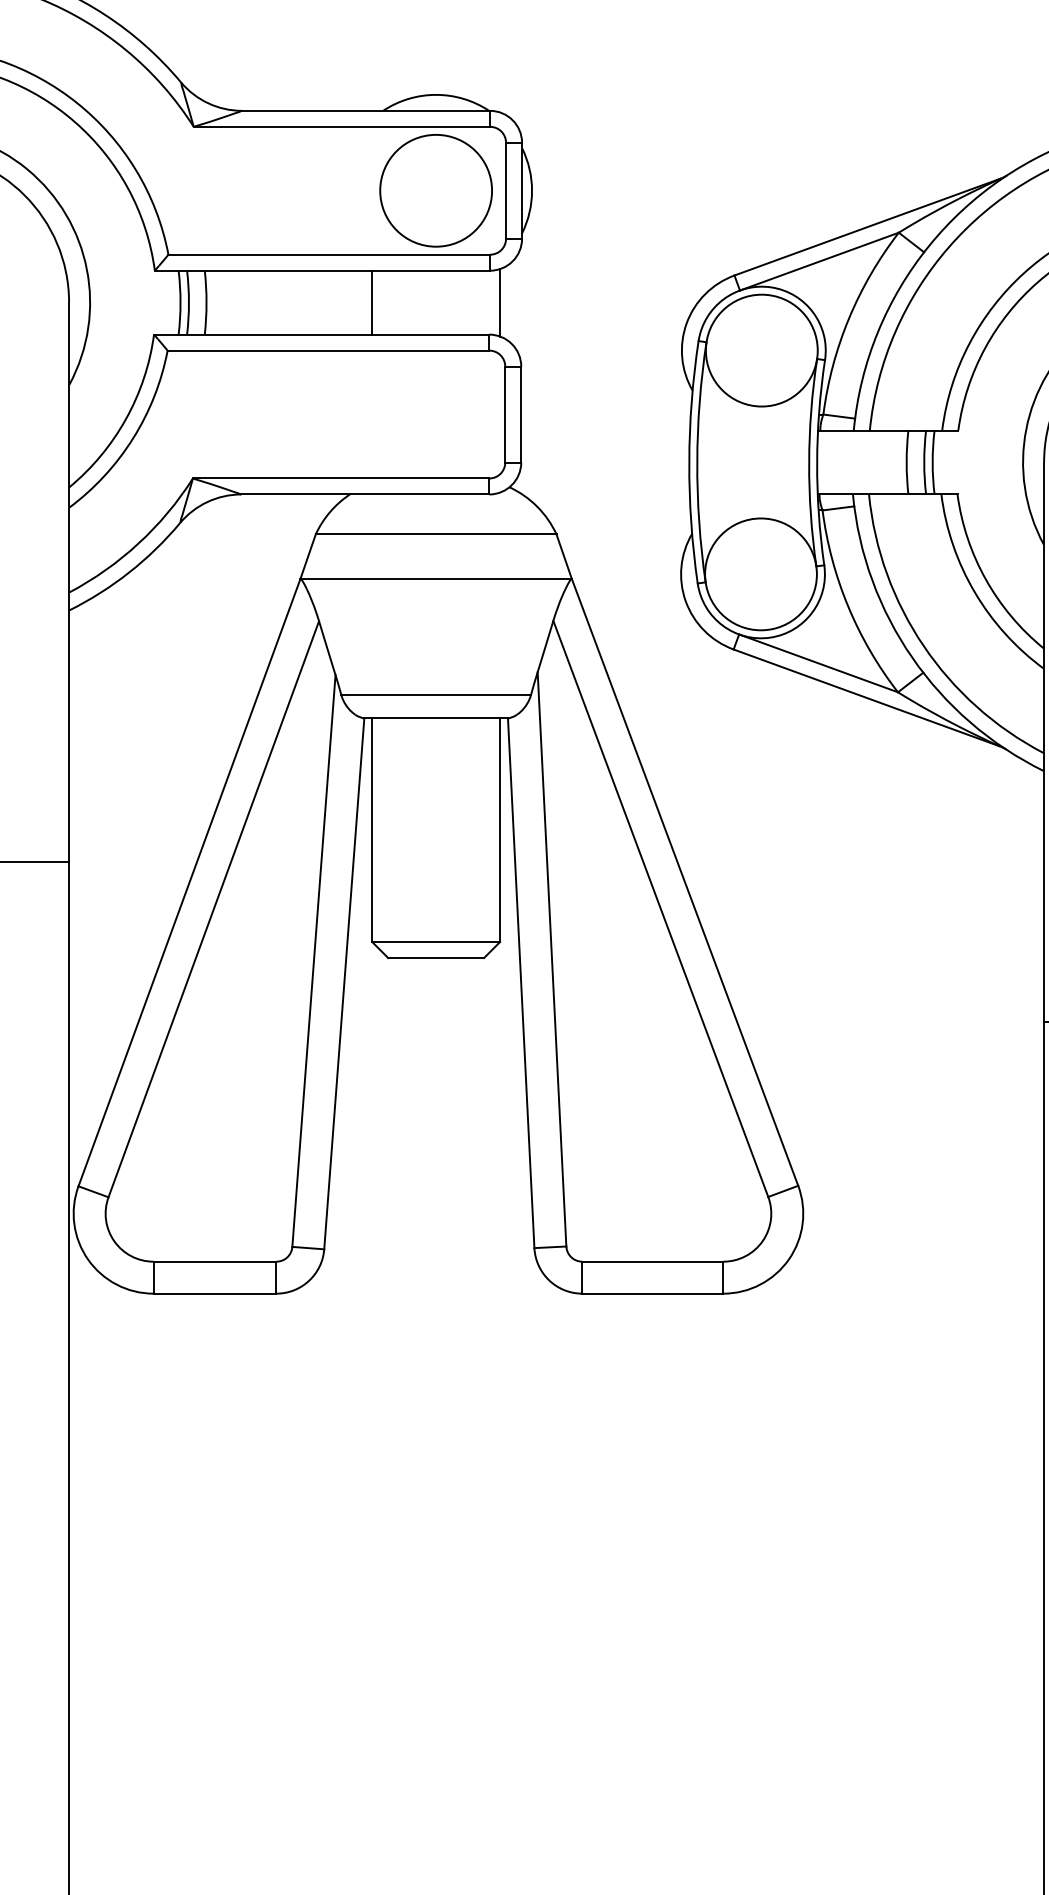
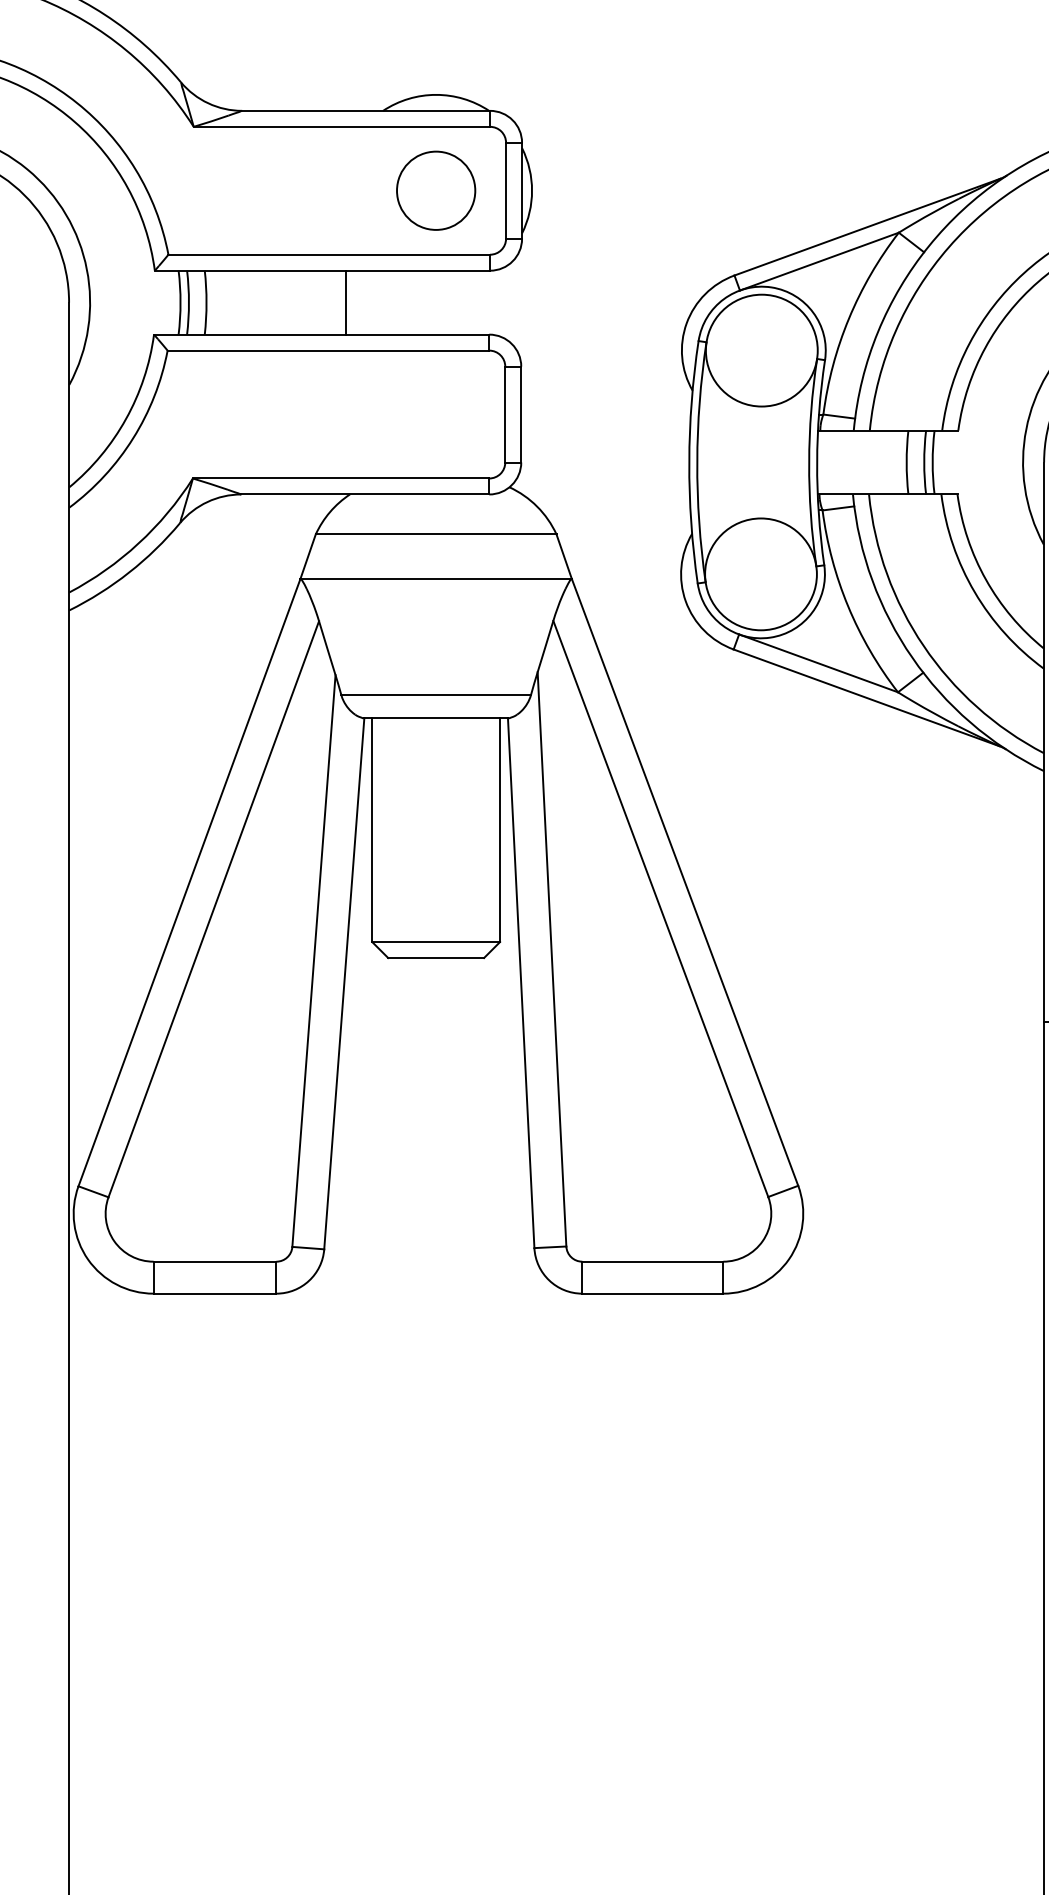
circle at (436, 190) diameter: 112 px -> 78 px
line at (372, 302) position: (372, 302) -> (346, 302)
line at (500, 302): present -> none
line at (35, 862): present -> none
